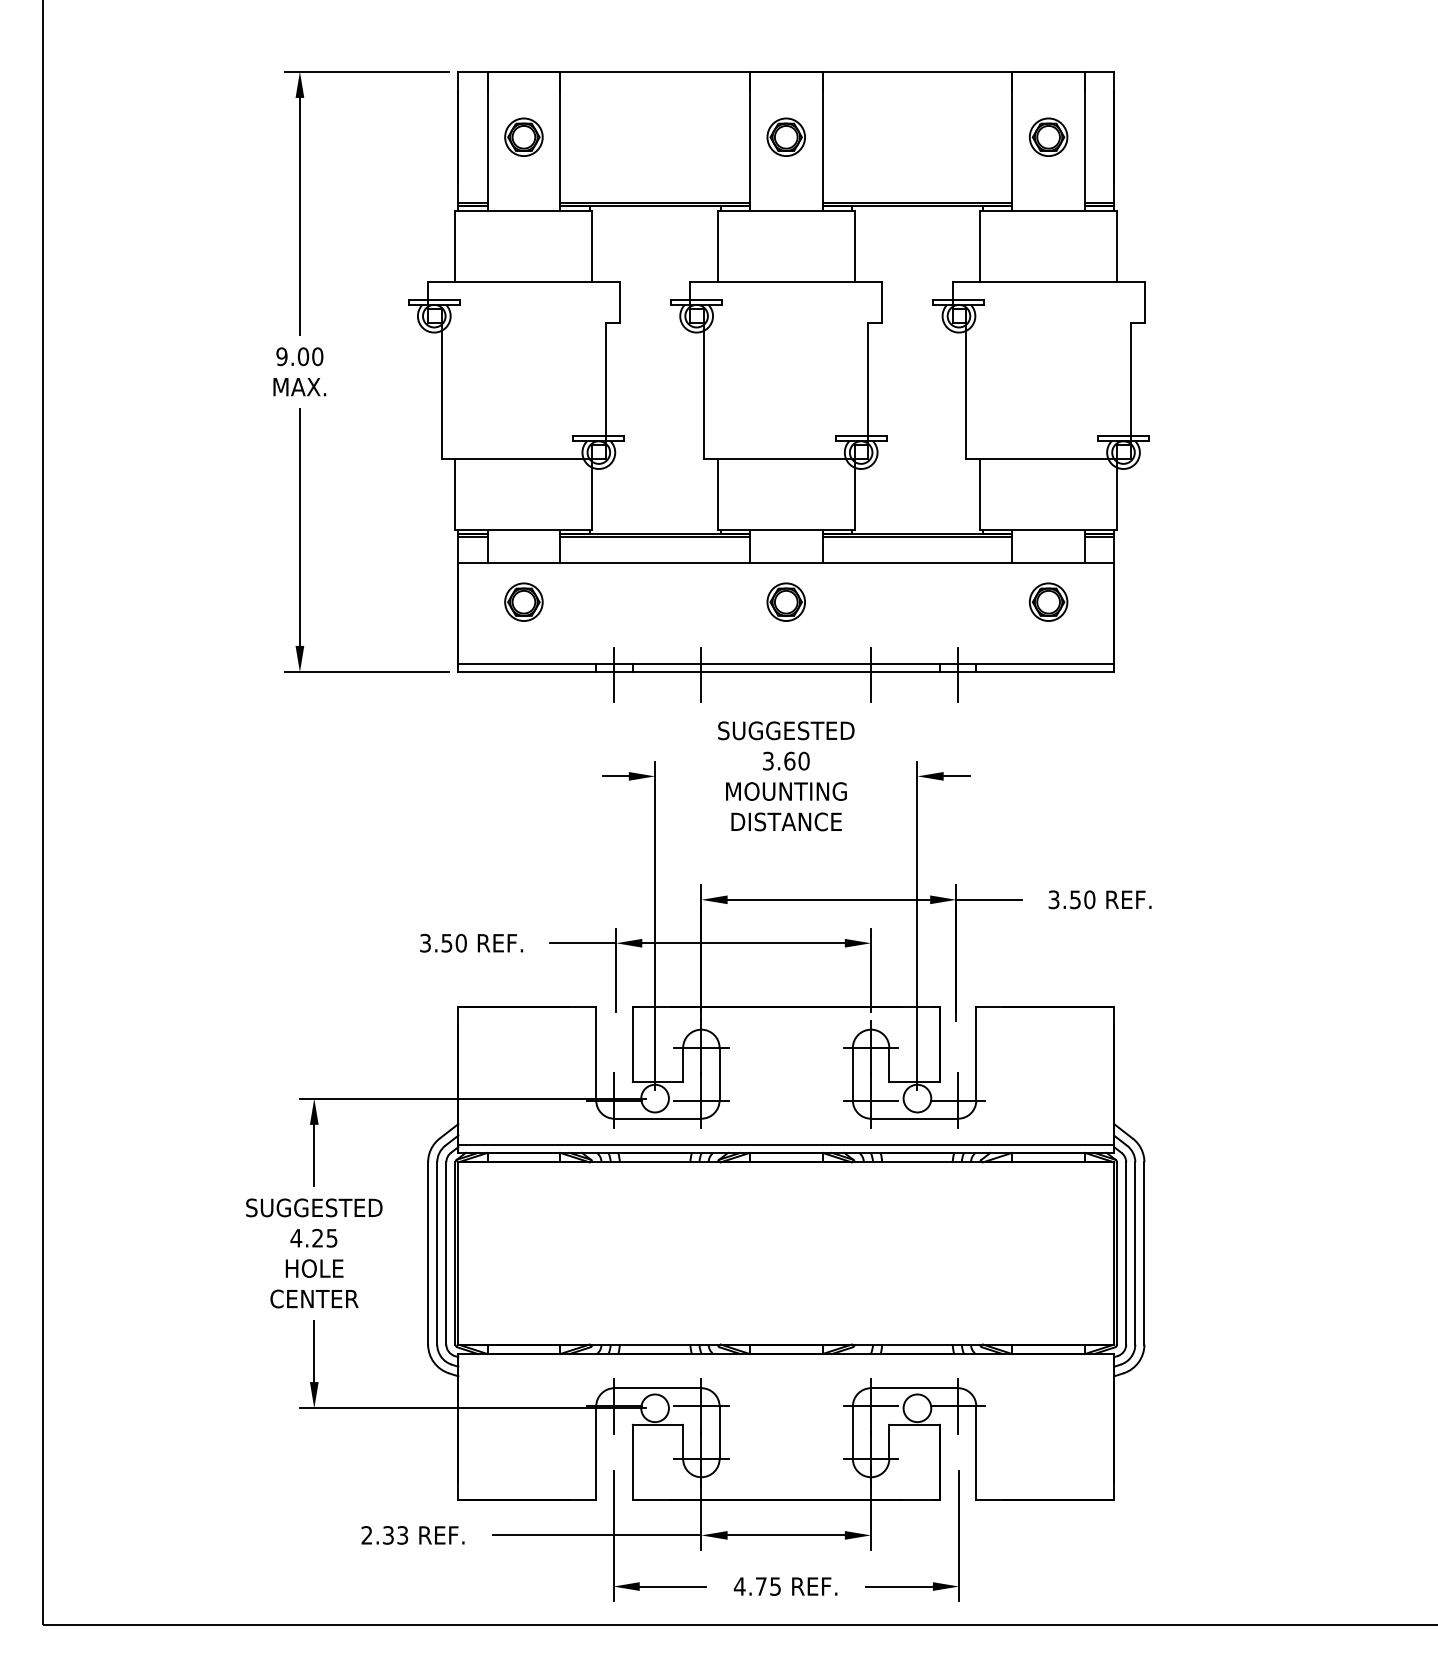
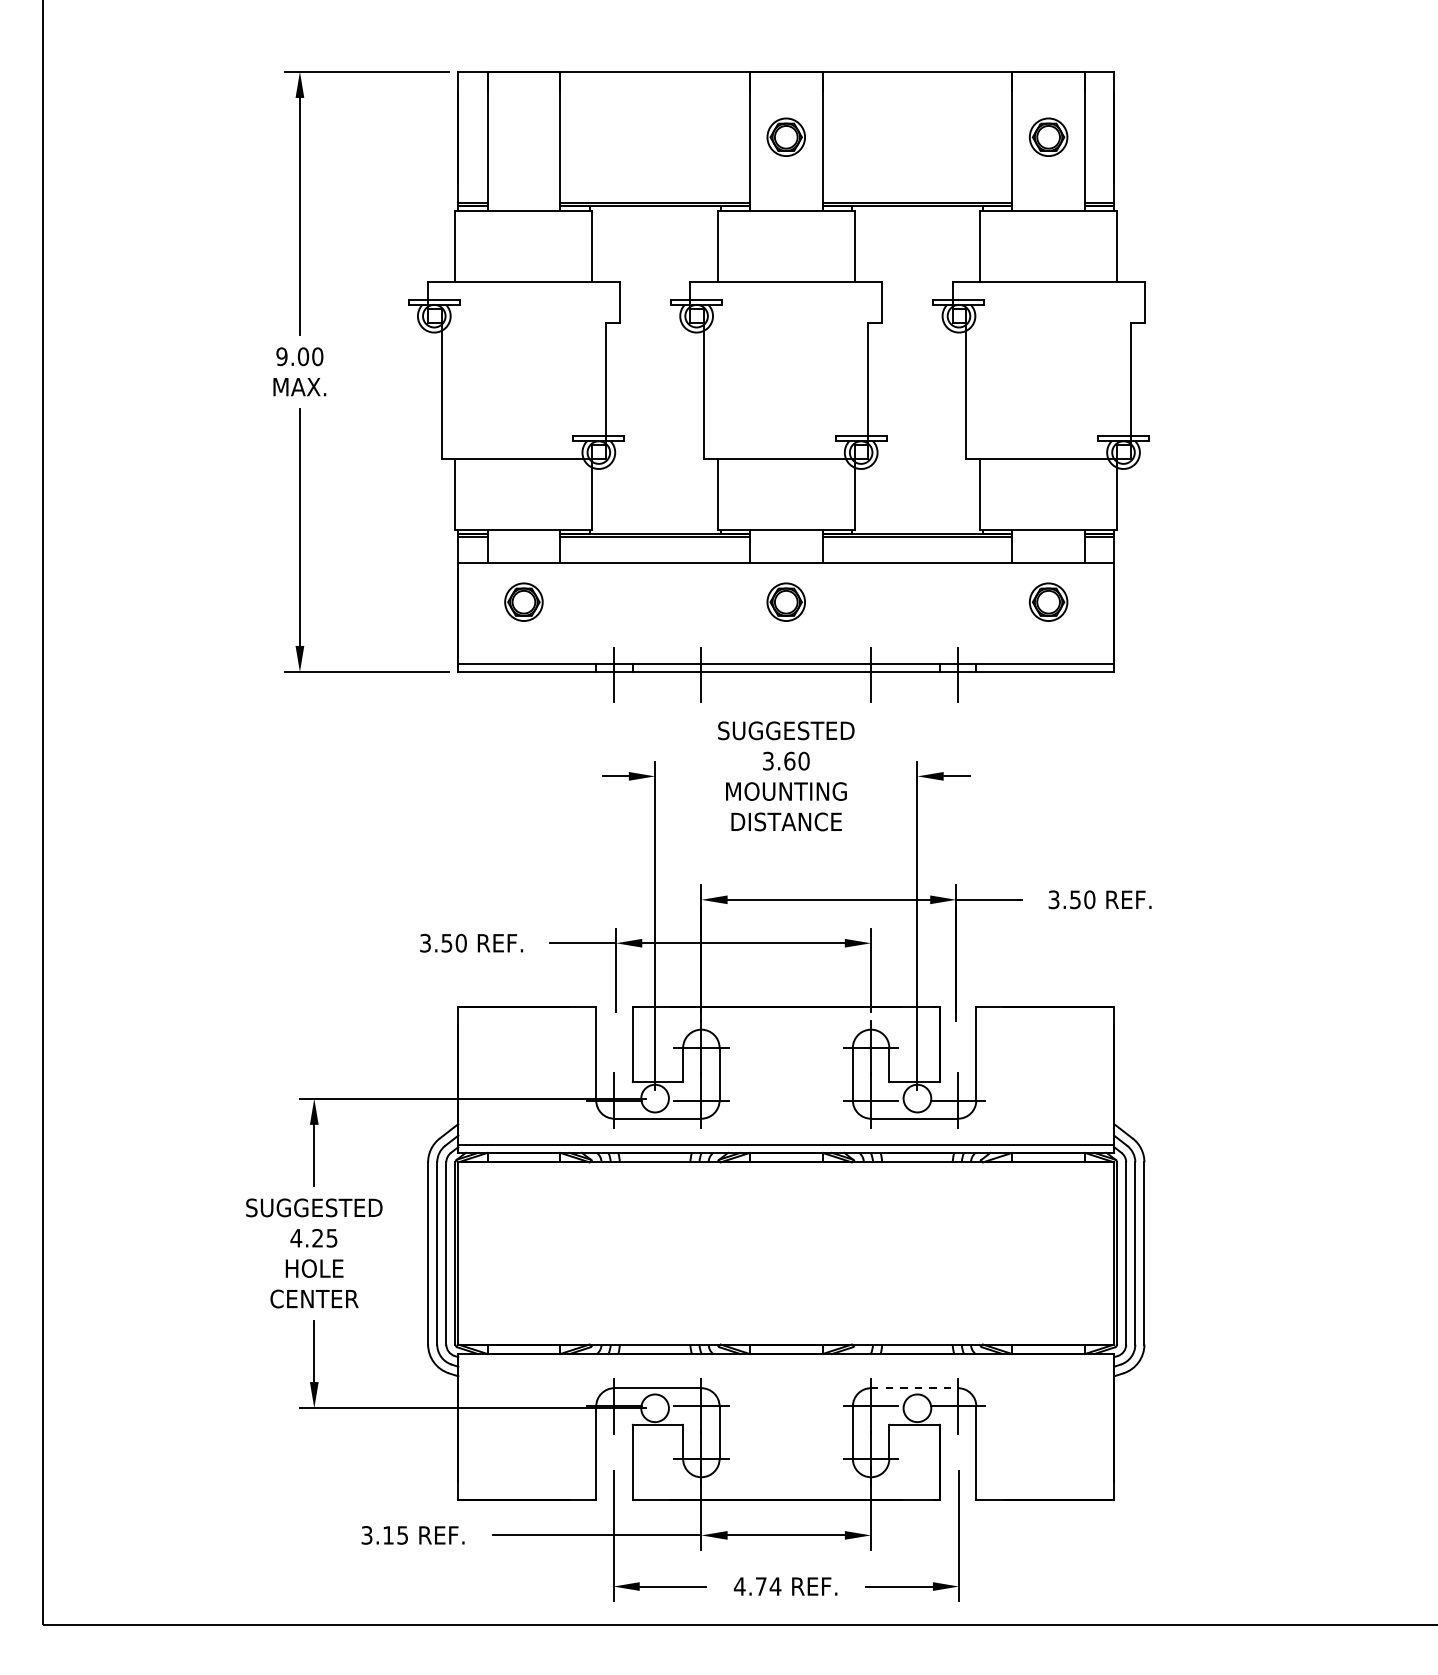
part at (523, 136): present -> none
line at (914, 1388): solid -> dashed
text at (384, 1535): 2.33 -> 3.15
text at (775, 1586): 4.75 -> 4.74
